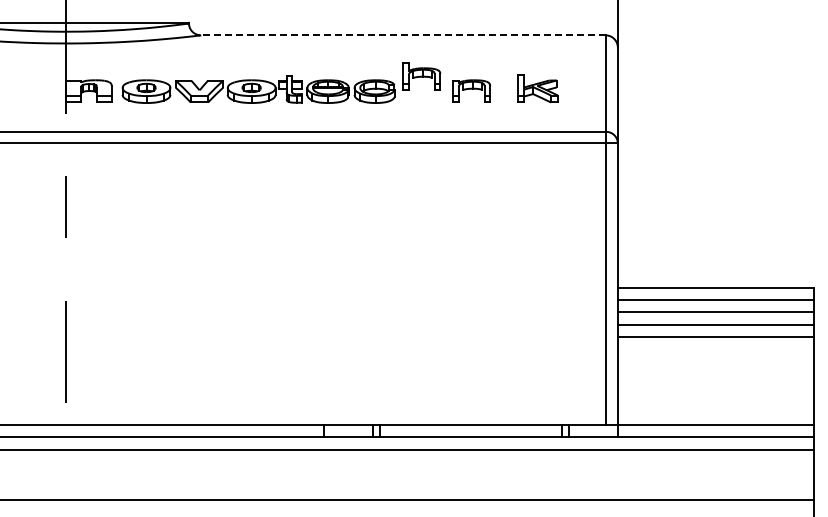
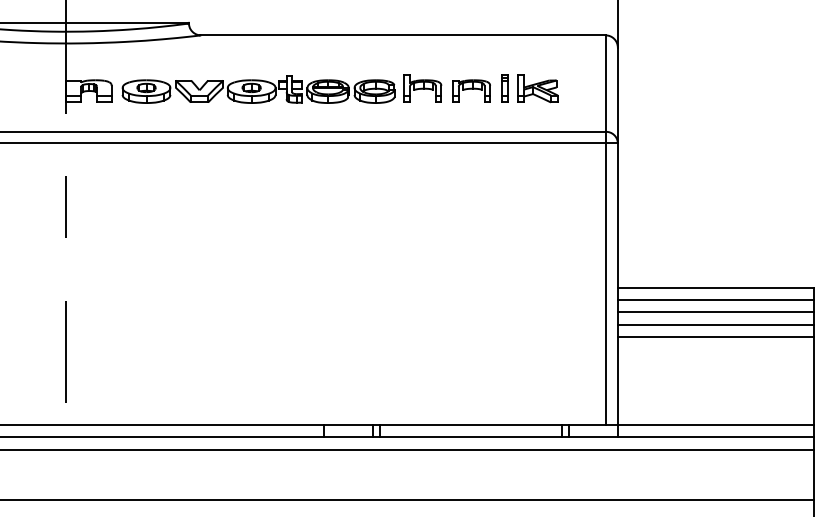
line at (402, 35): dashed -> solid
part at (421, 76) position: (421, 76) -> (422, 88)
part at (504, 88): none -> present
